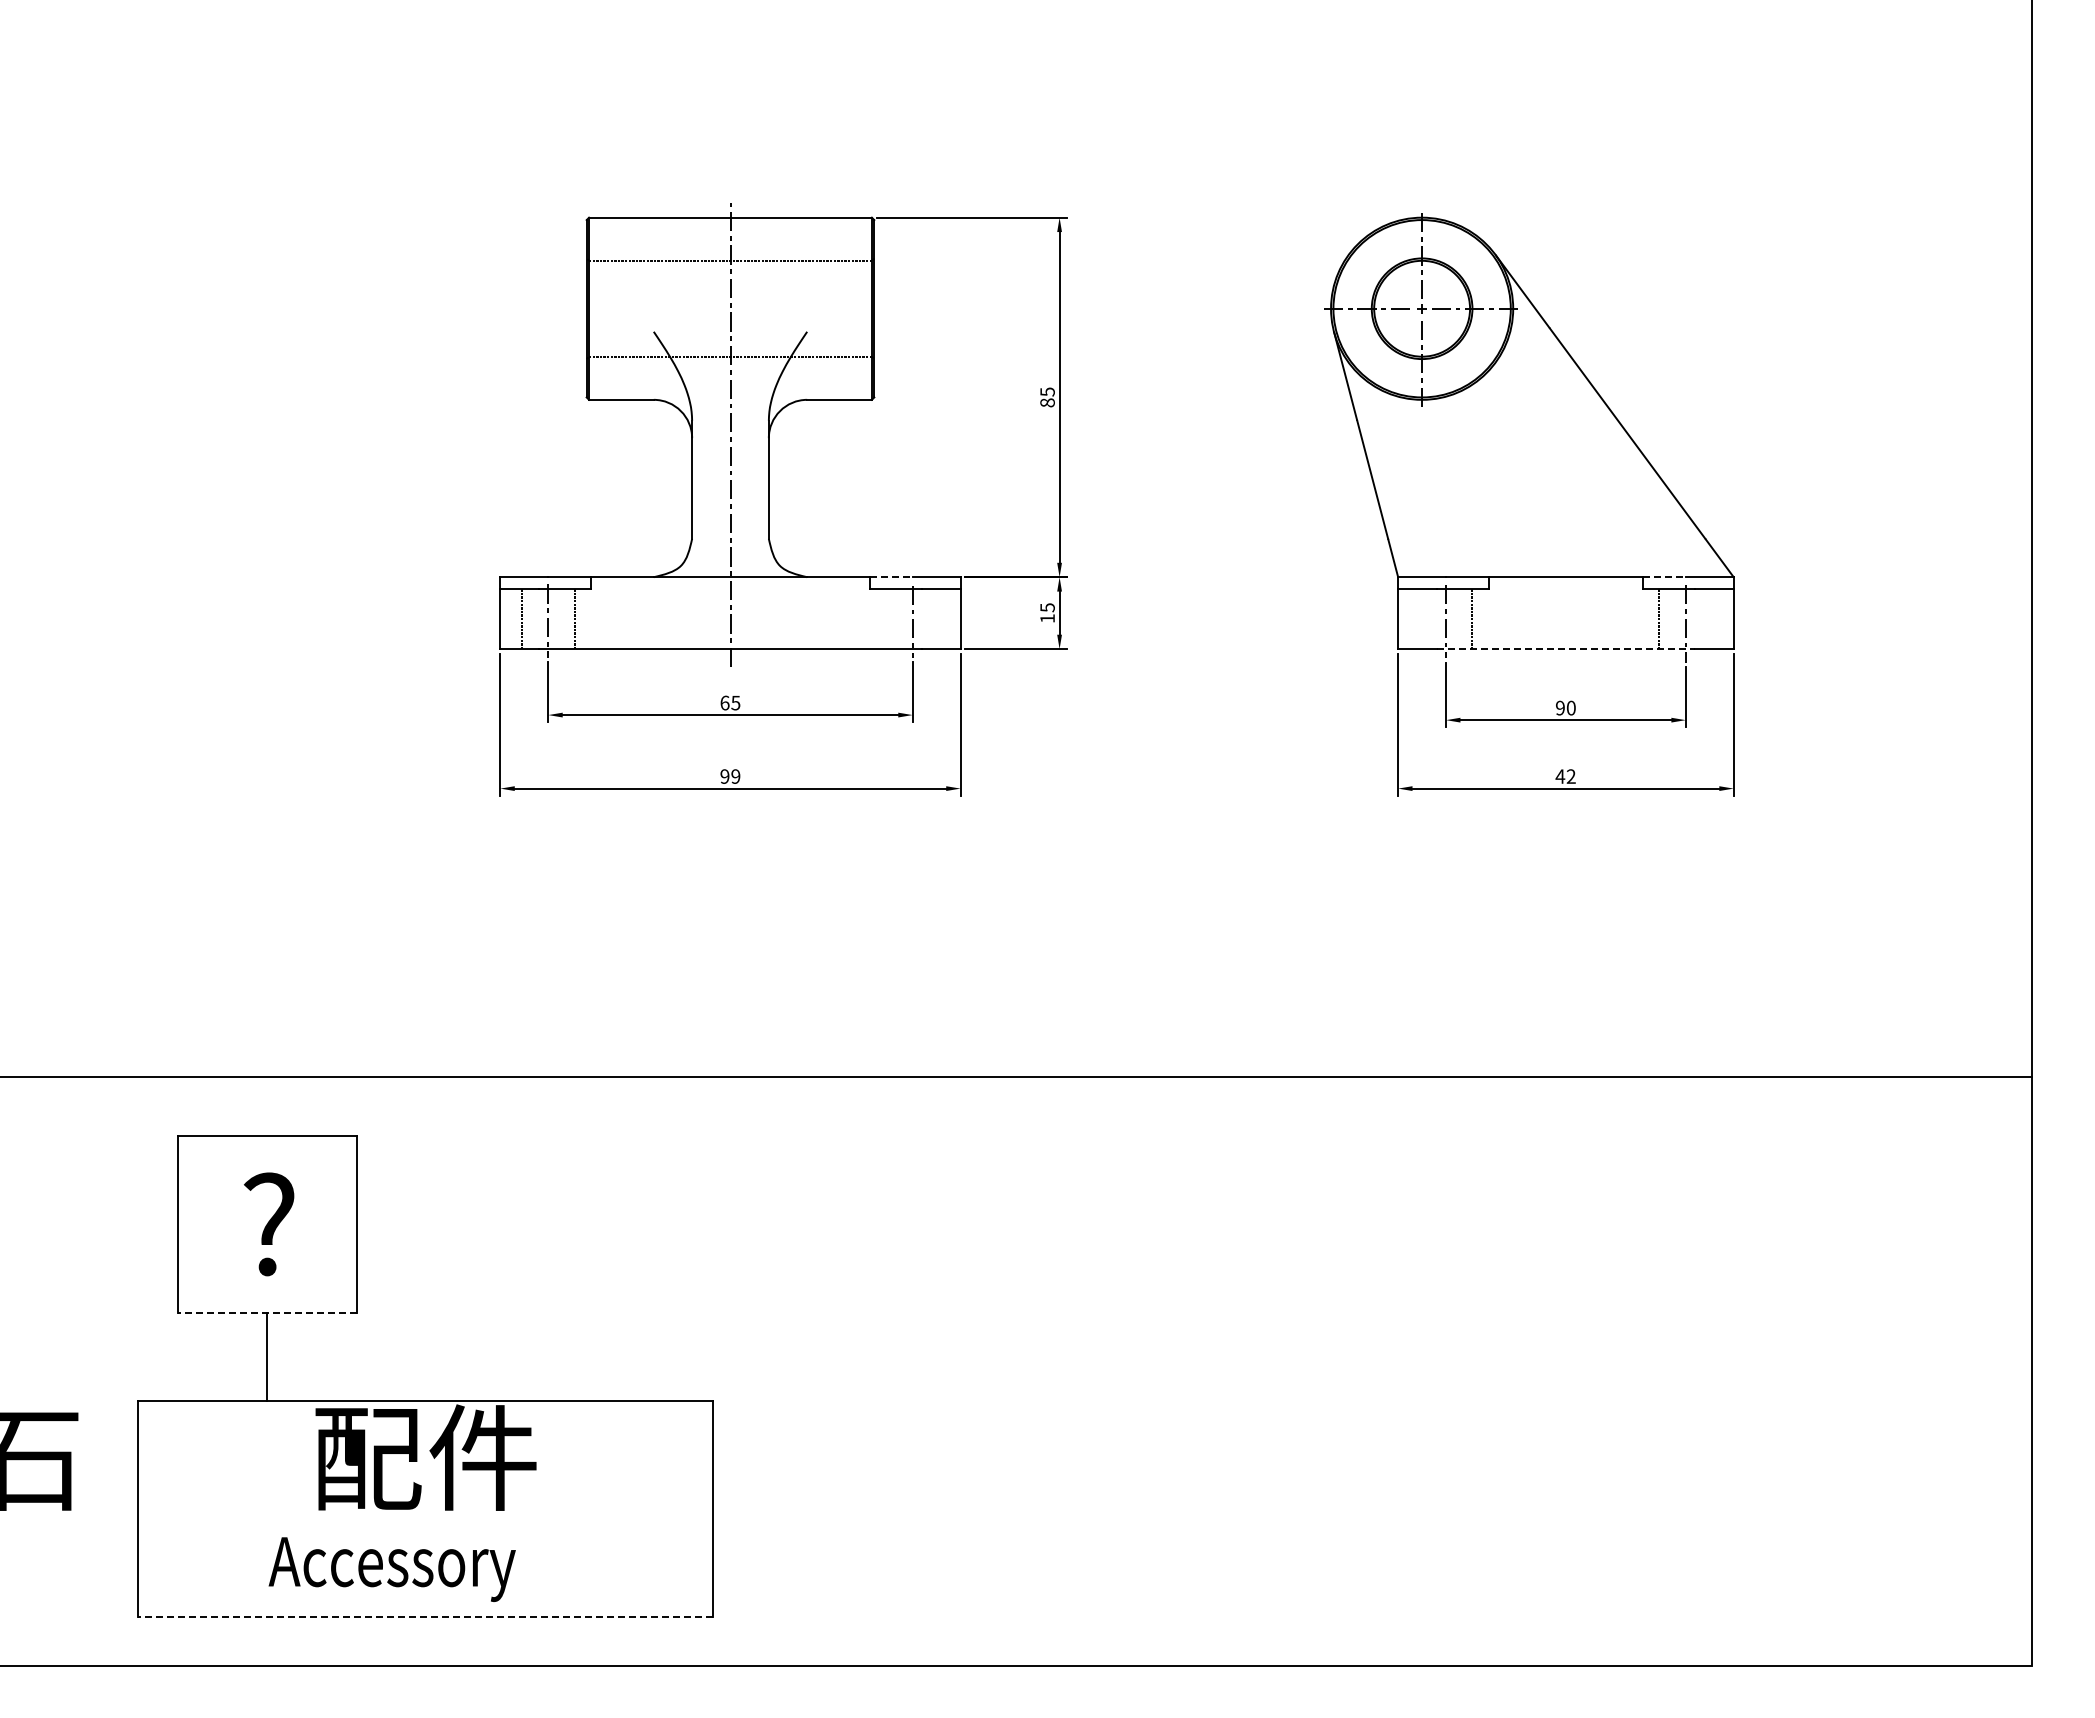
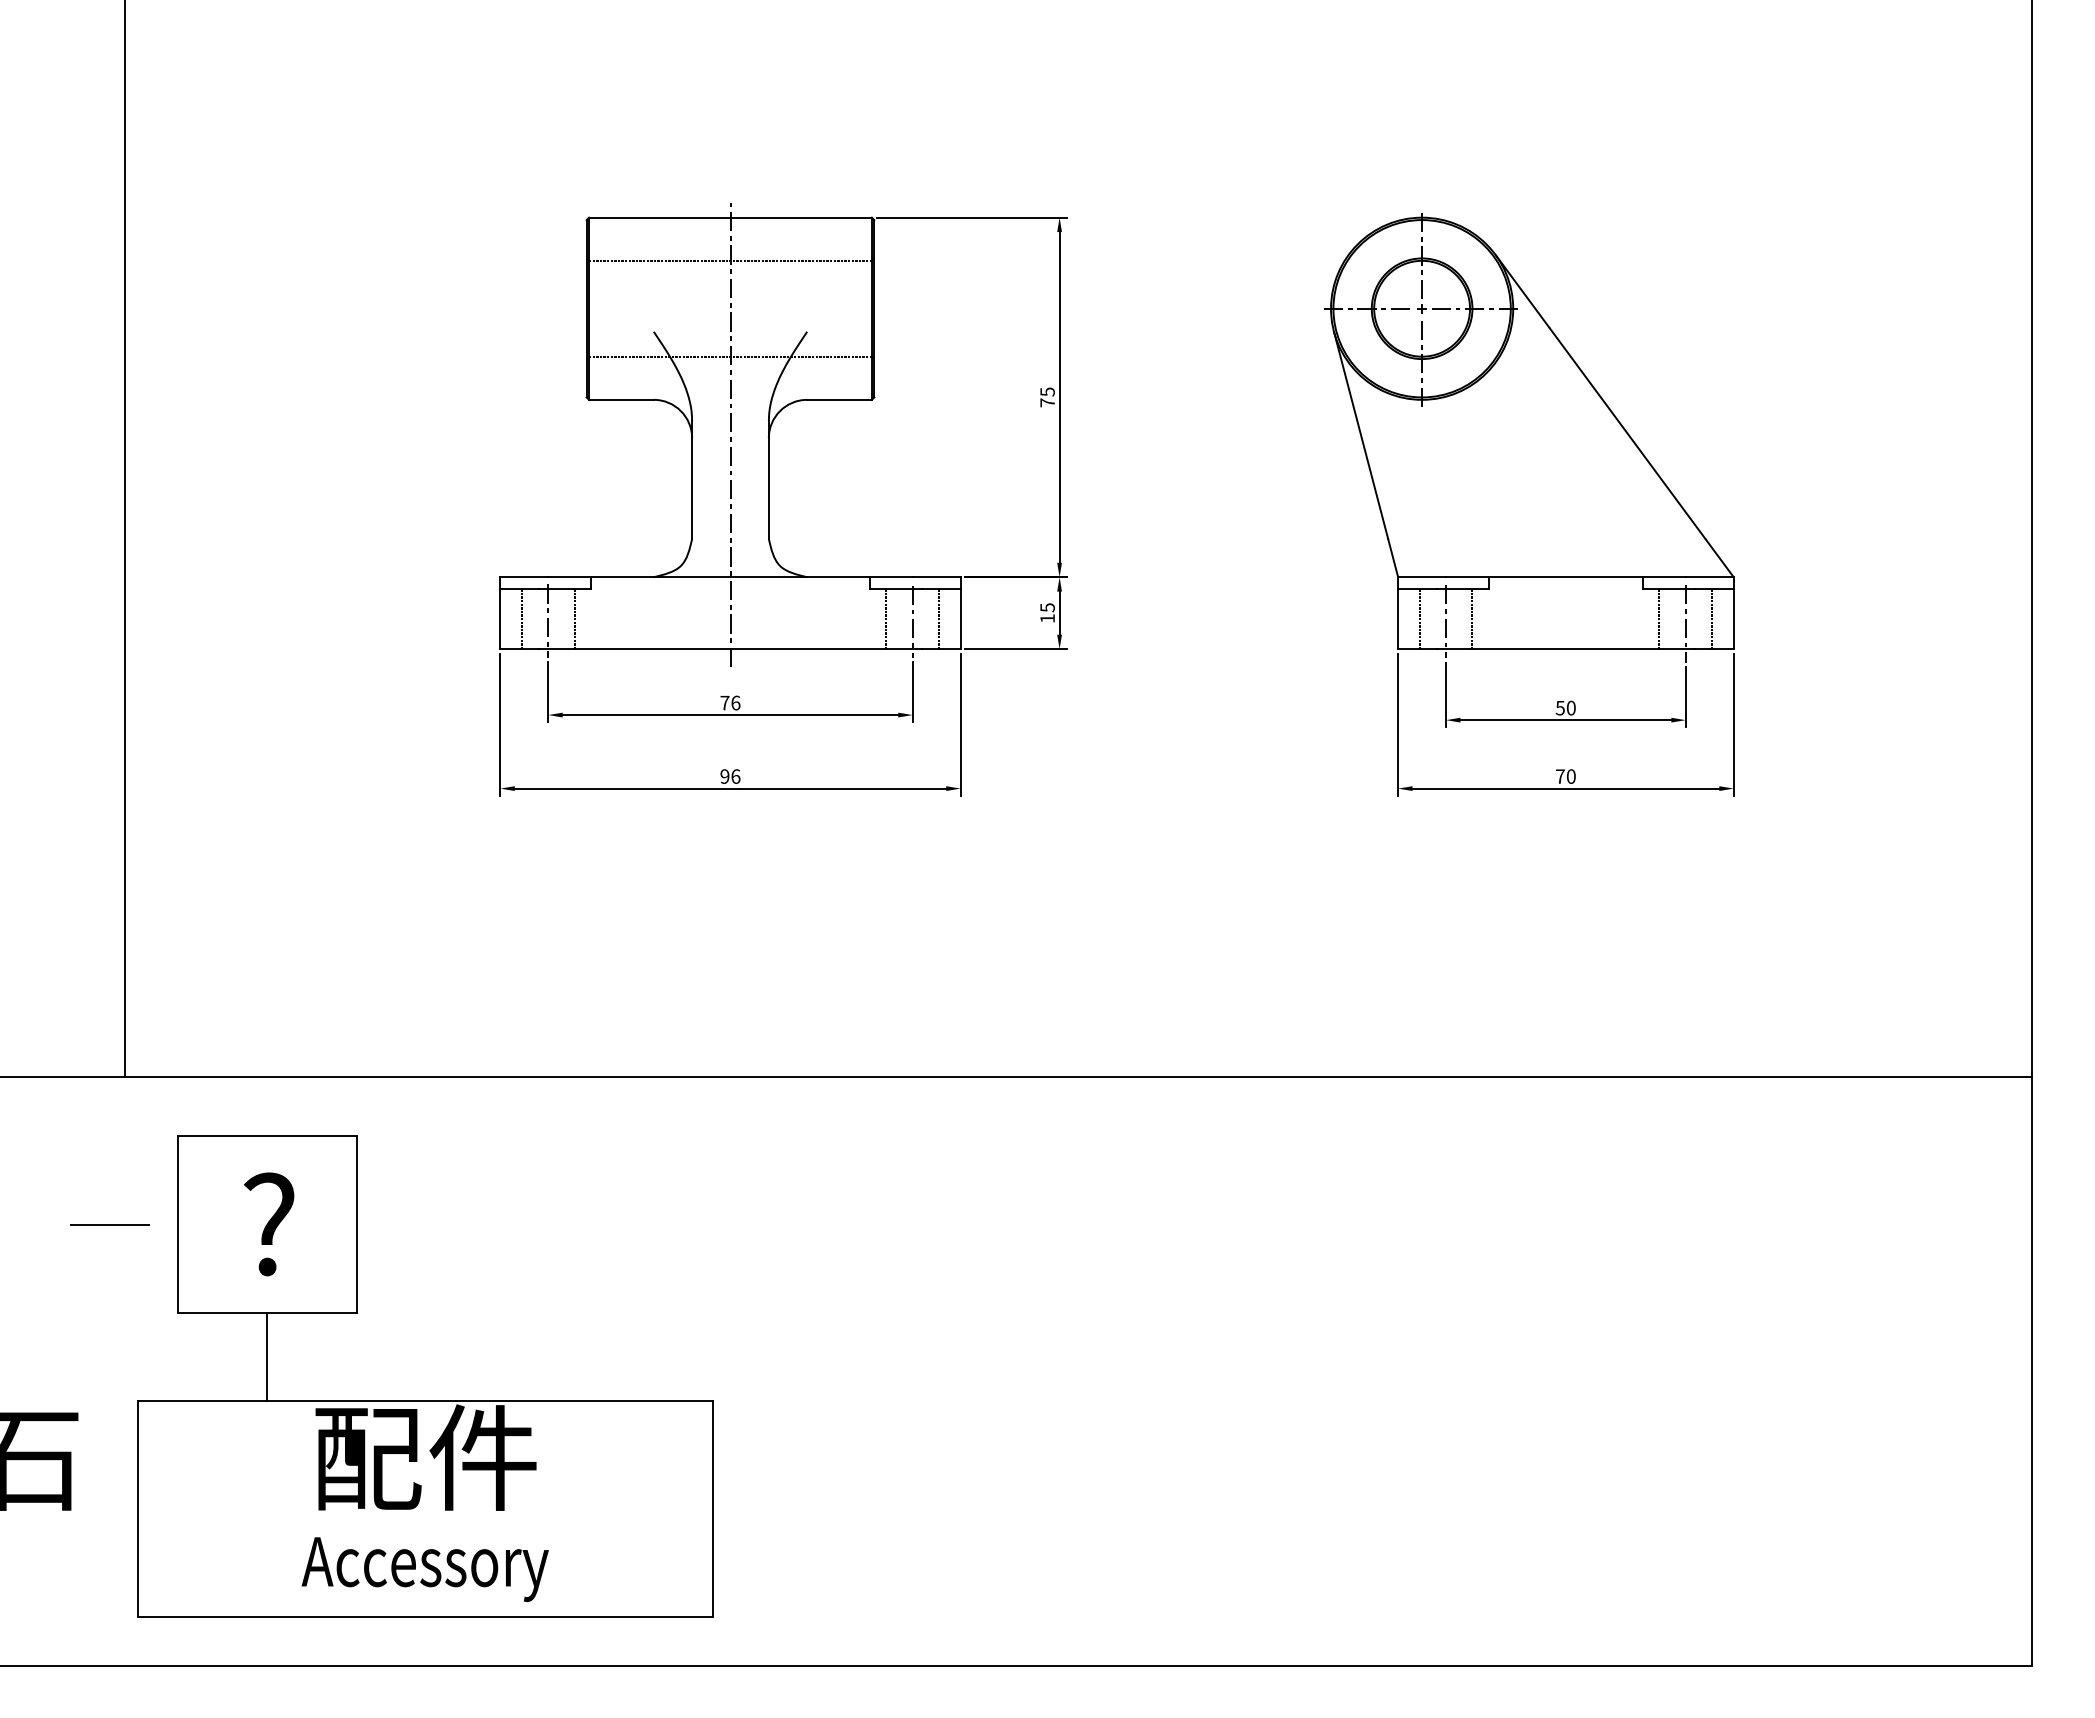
text at (1047, 402): 85 -> 75
line at (125, 539): none -> present
line at (891, 577): dashed -> solid
line at (1664, 577): dashed -> solid
line at (886, 619): none -> present
line at (939, 619): none -> present
line at (1419, 619): none -> present
line at (1712, 619): none -> present
line at (1566, 649): dashed -> solid
text at (730, 702): 65 -> 76
text at (1559, 707): 90 -> 50
text at (735, 776): 99 -> 96
text at (1565, 776): 42 -> 70
line at (109, 1224): none -> present
line at (266, 1312): dashed -> solid
text at (391, 1569) position: (391, 1569) -> (424, 1569)
line at (425, 1617): dashed -> solid
